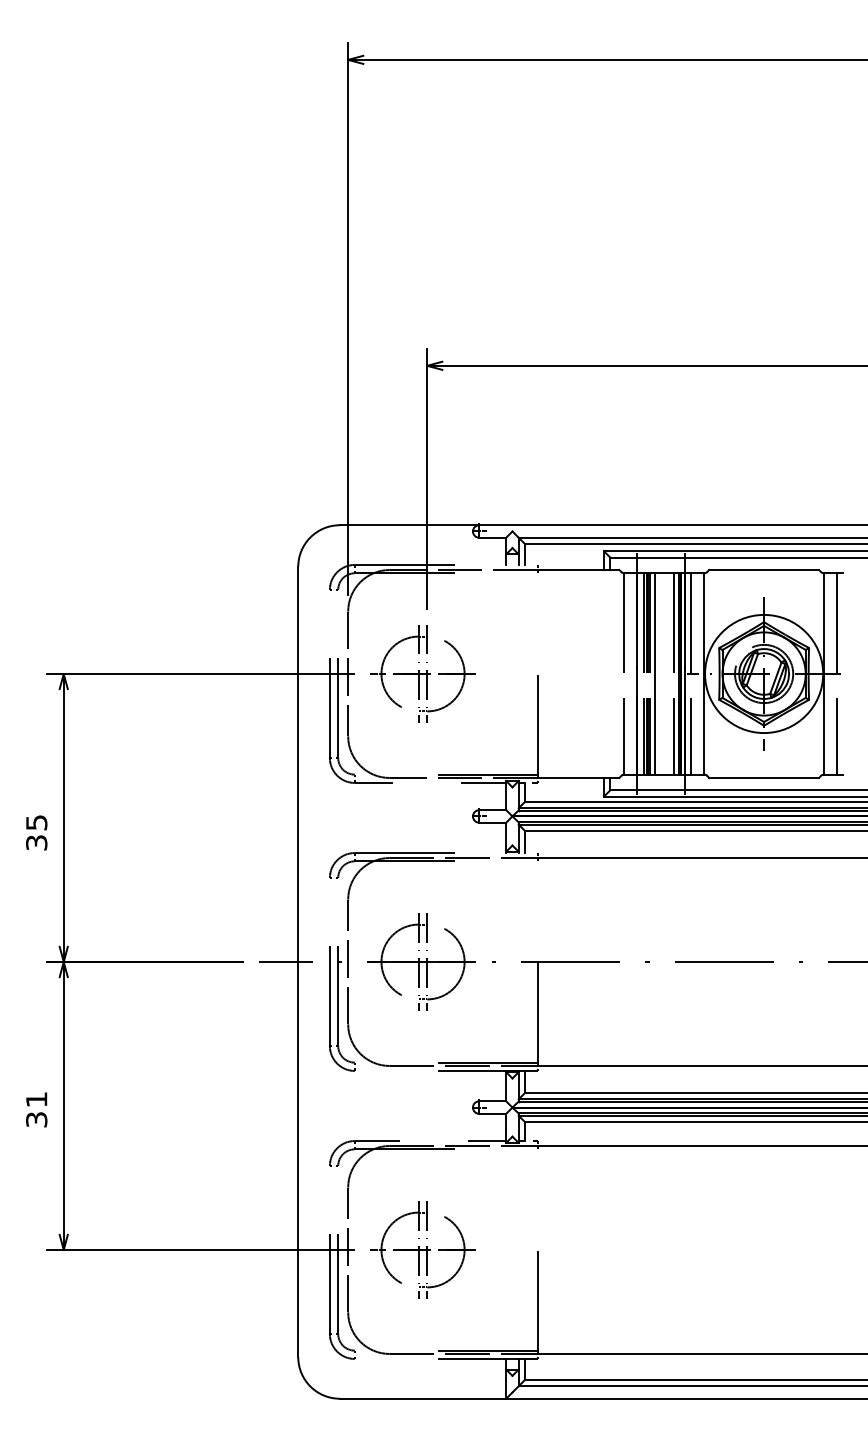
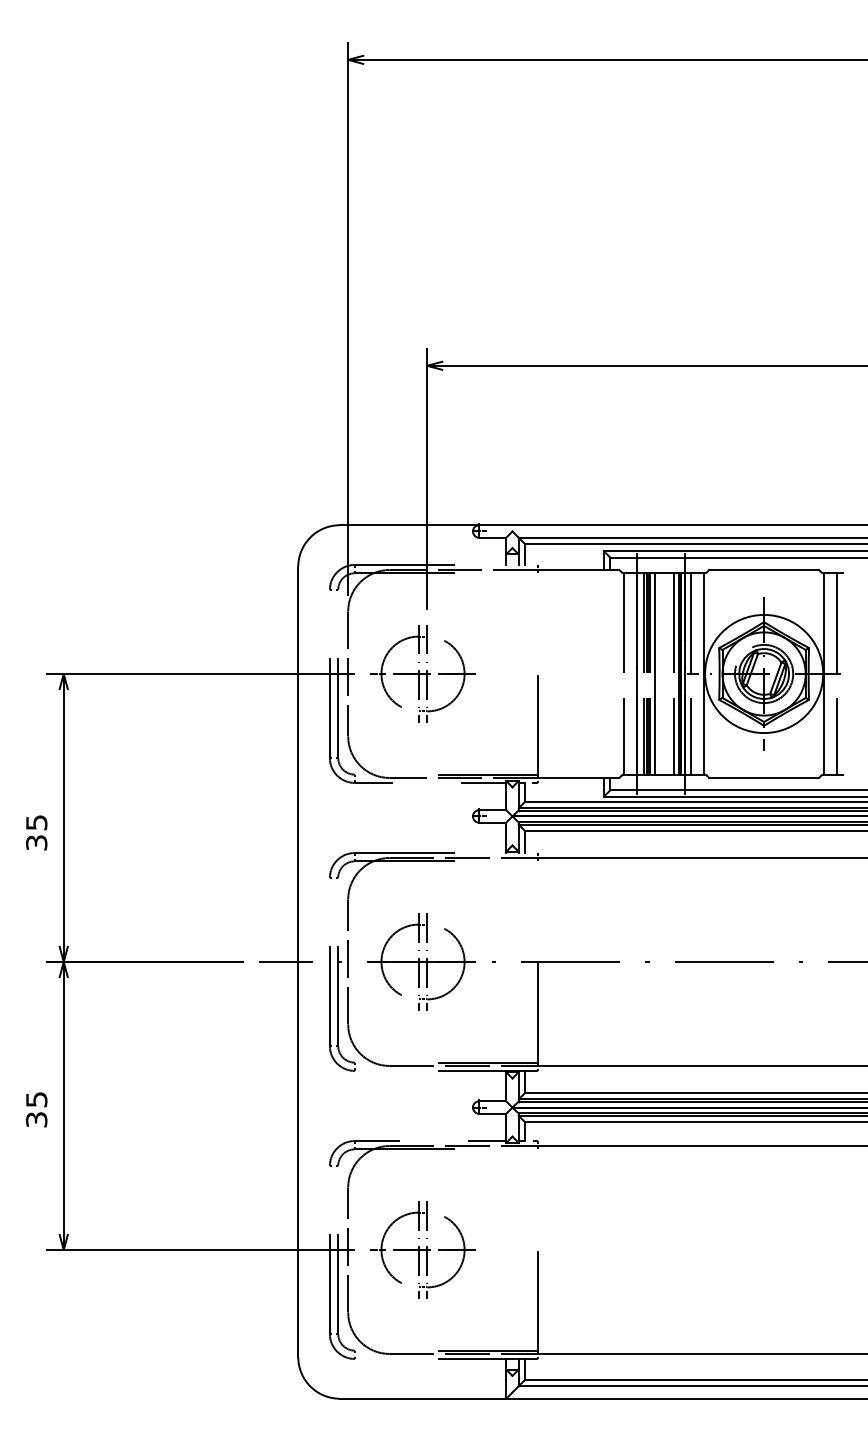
text at (36, 1099): 31 -> 35
